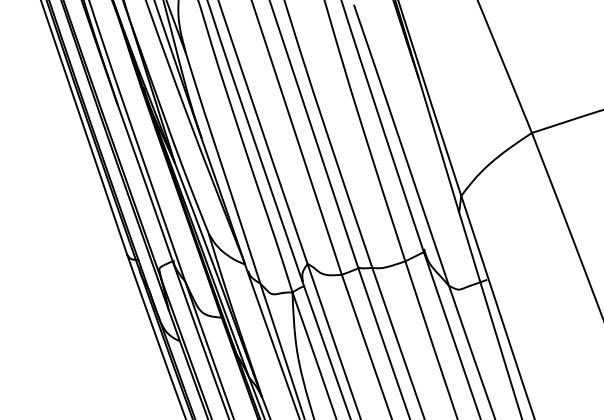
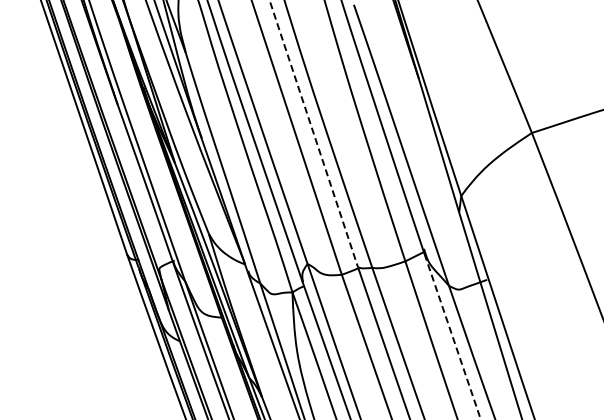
line at (313, 133): solid -> dashed
line at (452, 337): solid -> dashed
